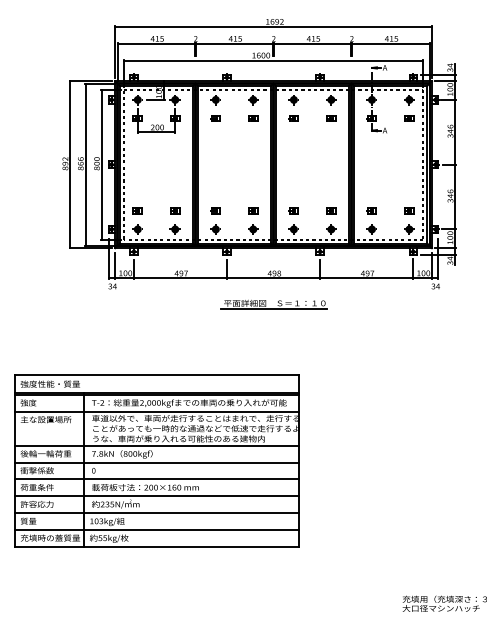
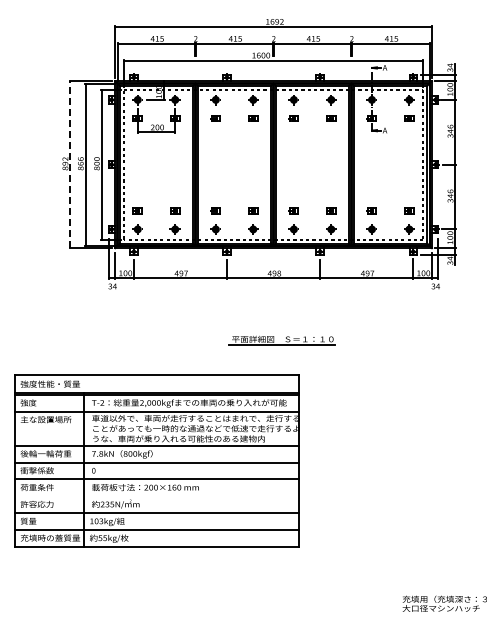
line at (70, 164): solid -> dashed
part at (273, 304) position: (273, 304) -> (281, 340)
line at (156, 496): present -> none
